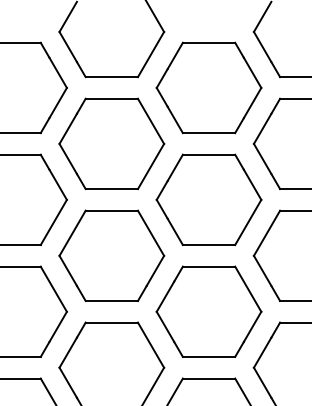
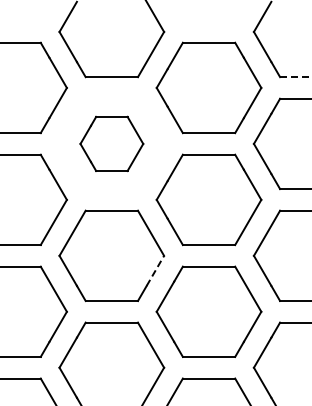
line at (295, 77): solid -> dashed
part at (111, 143) size: 108x94 px -> 66x58 px
line at (155, 270): solid -> dashed
